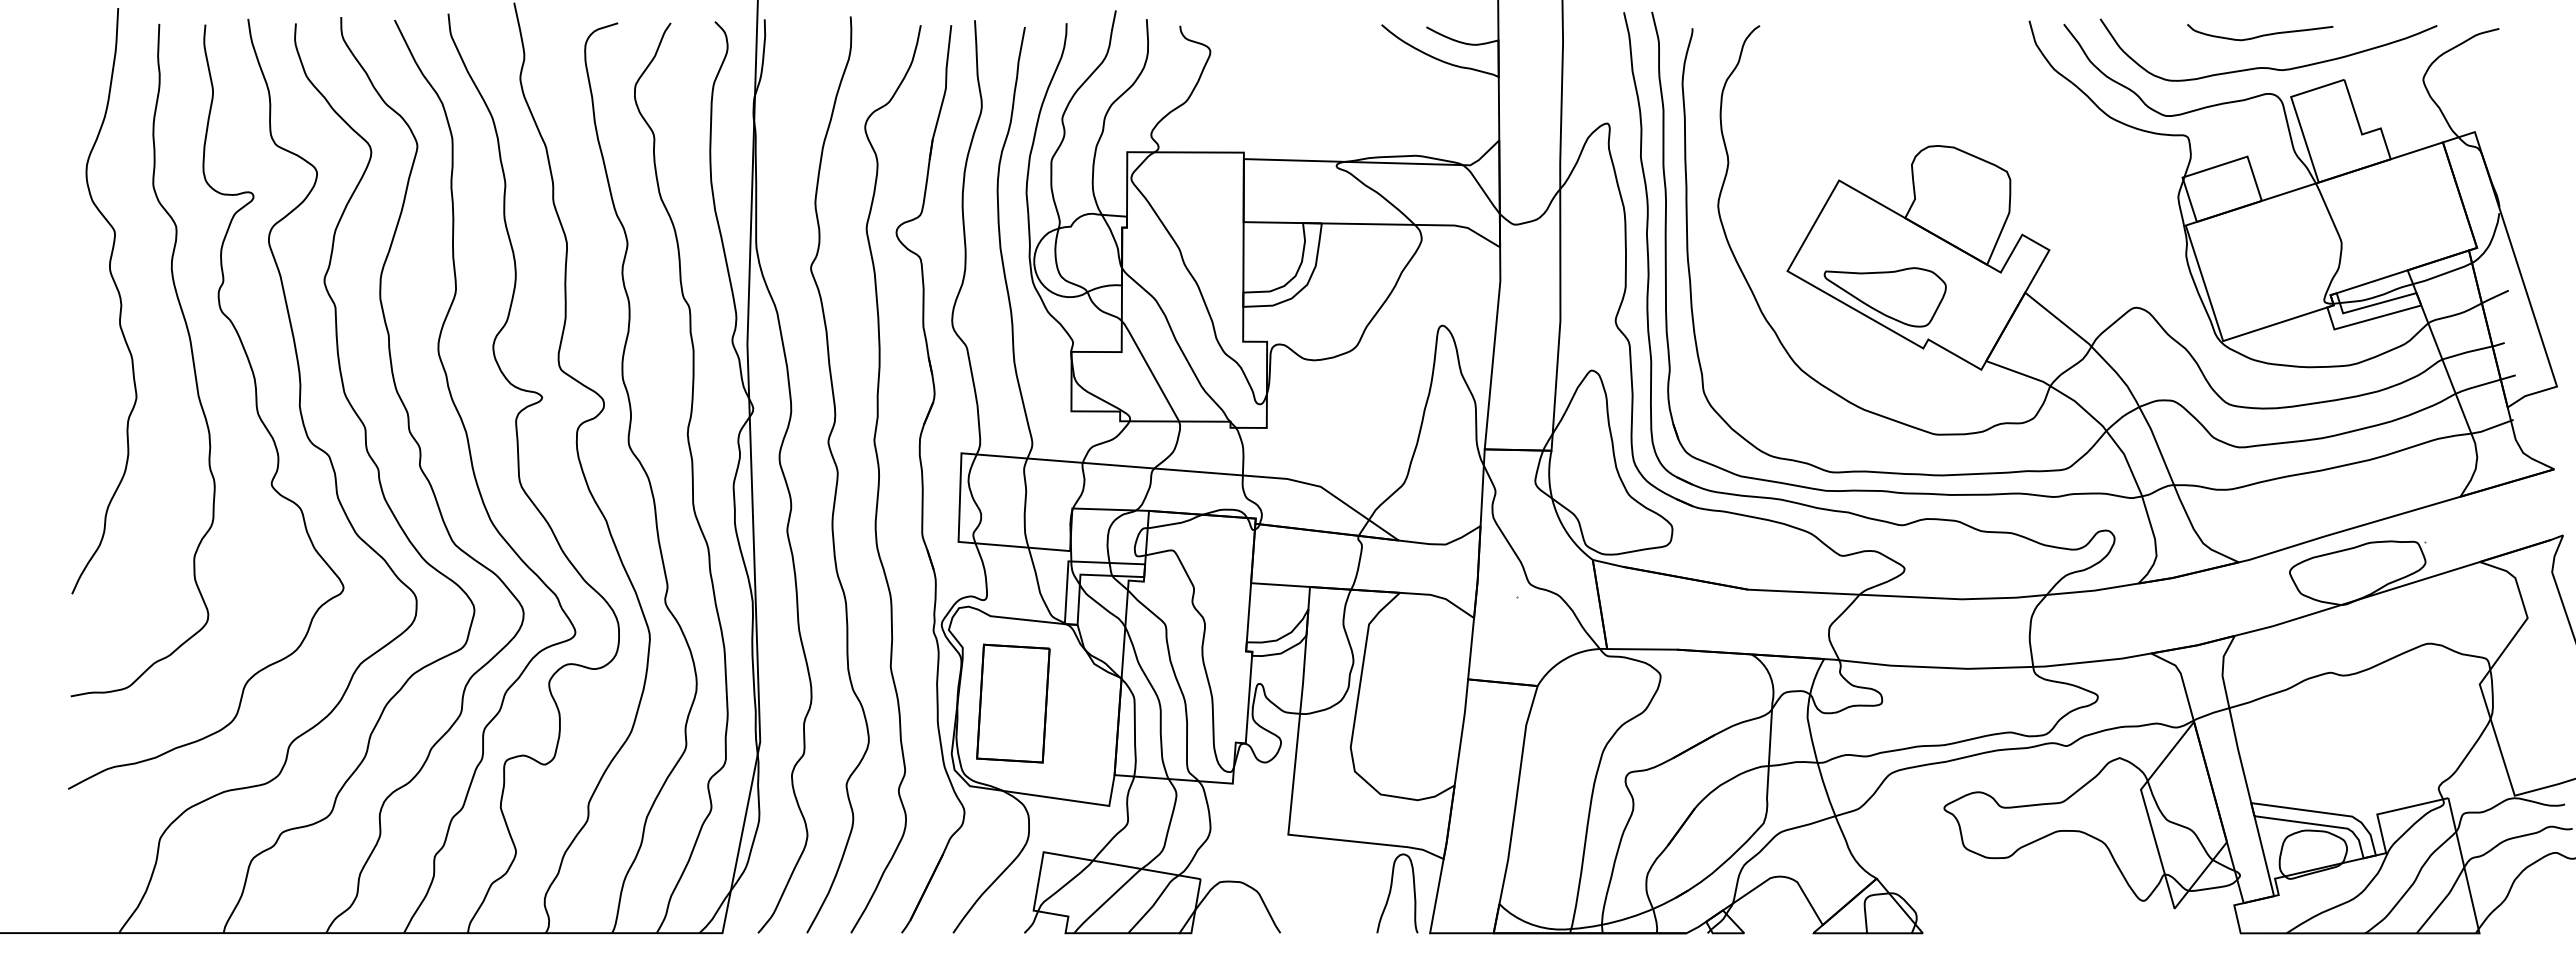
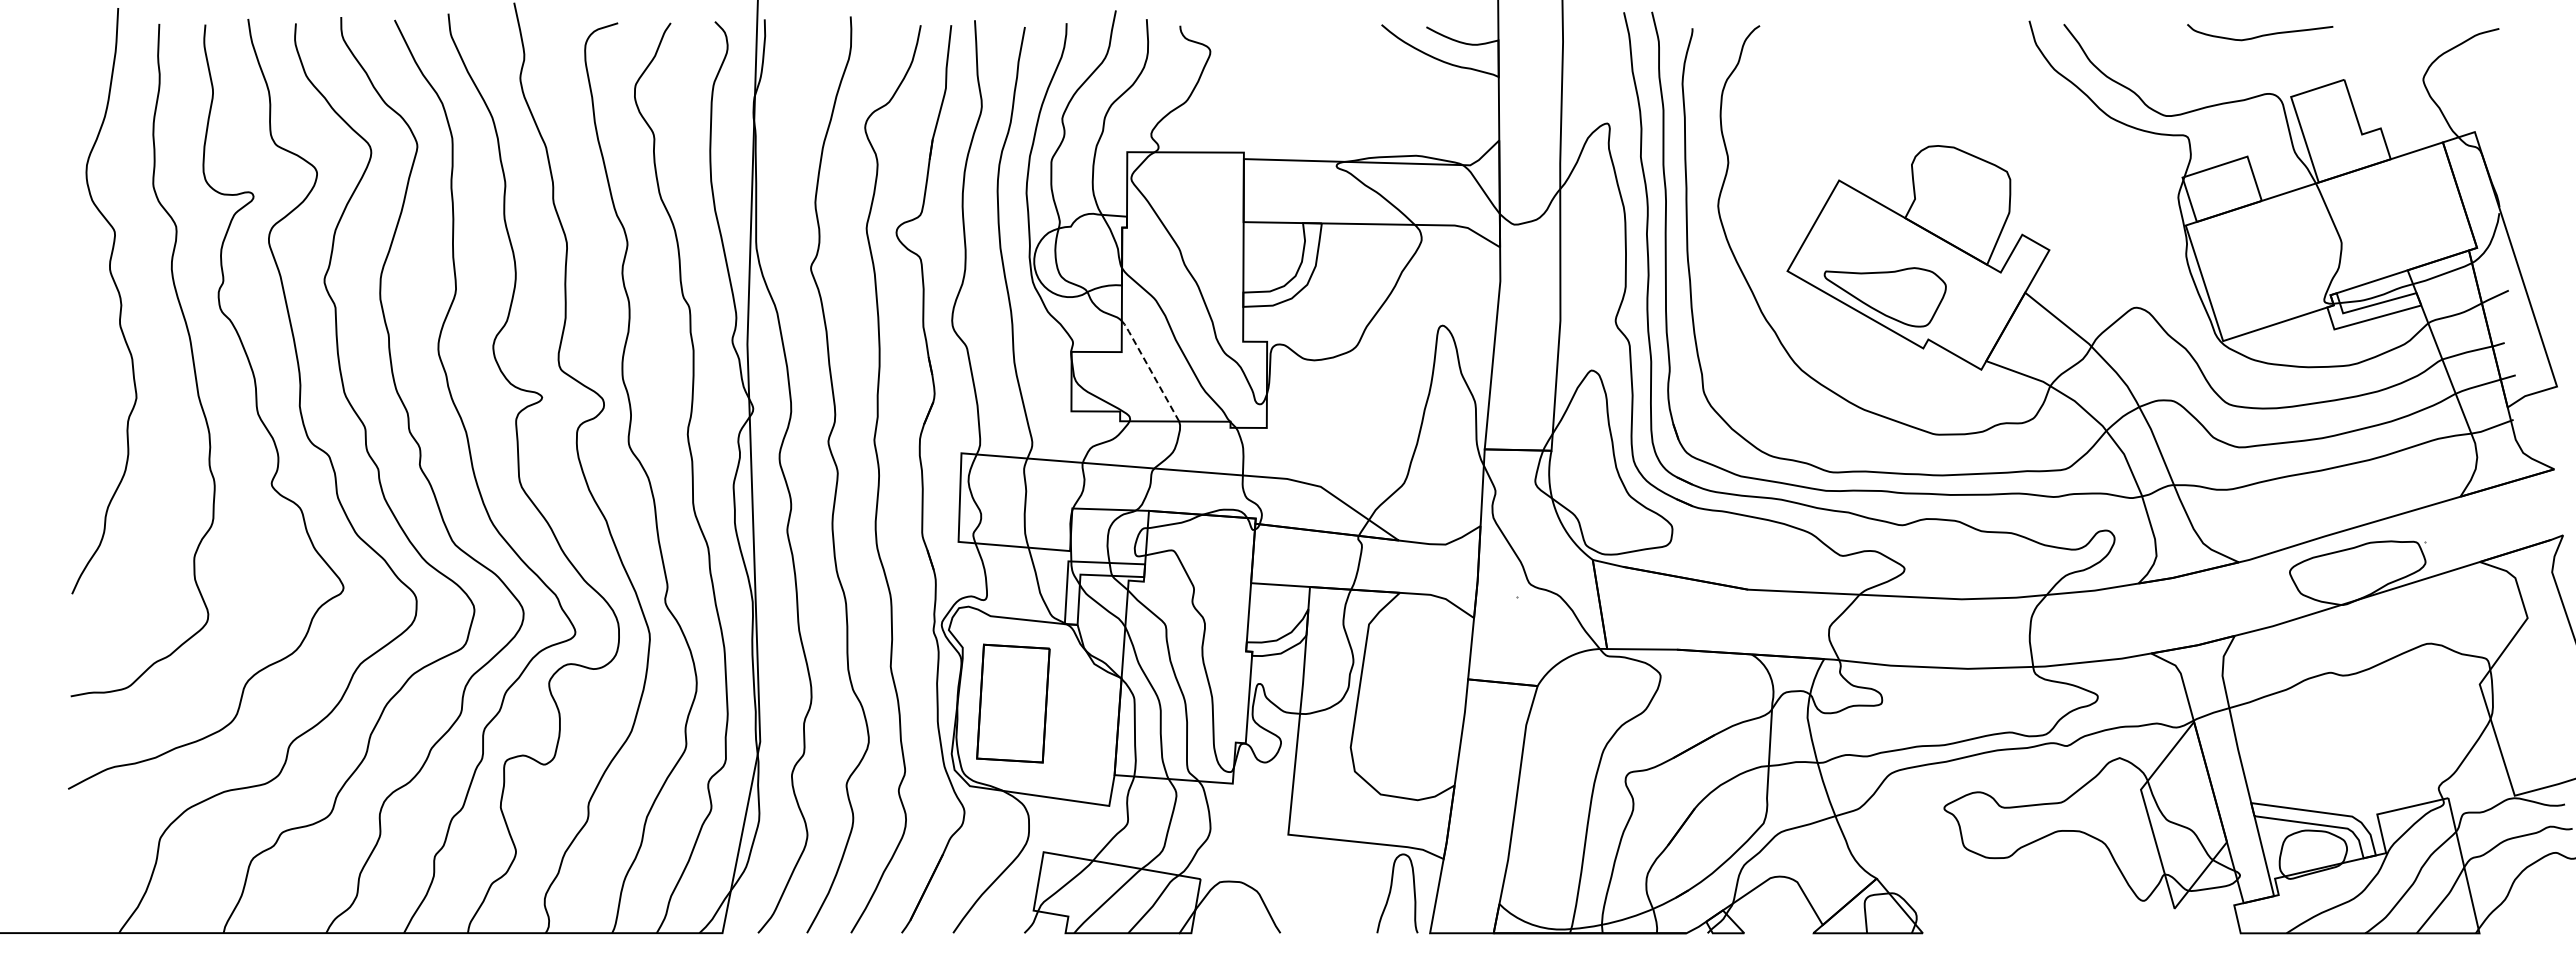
curve at (2268, 67): present -> none
line at (1149, 369): solid -> dashed
